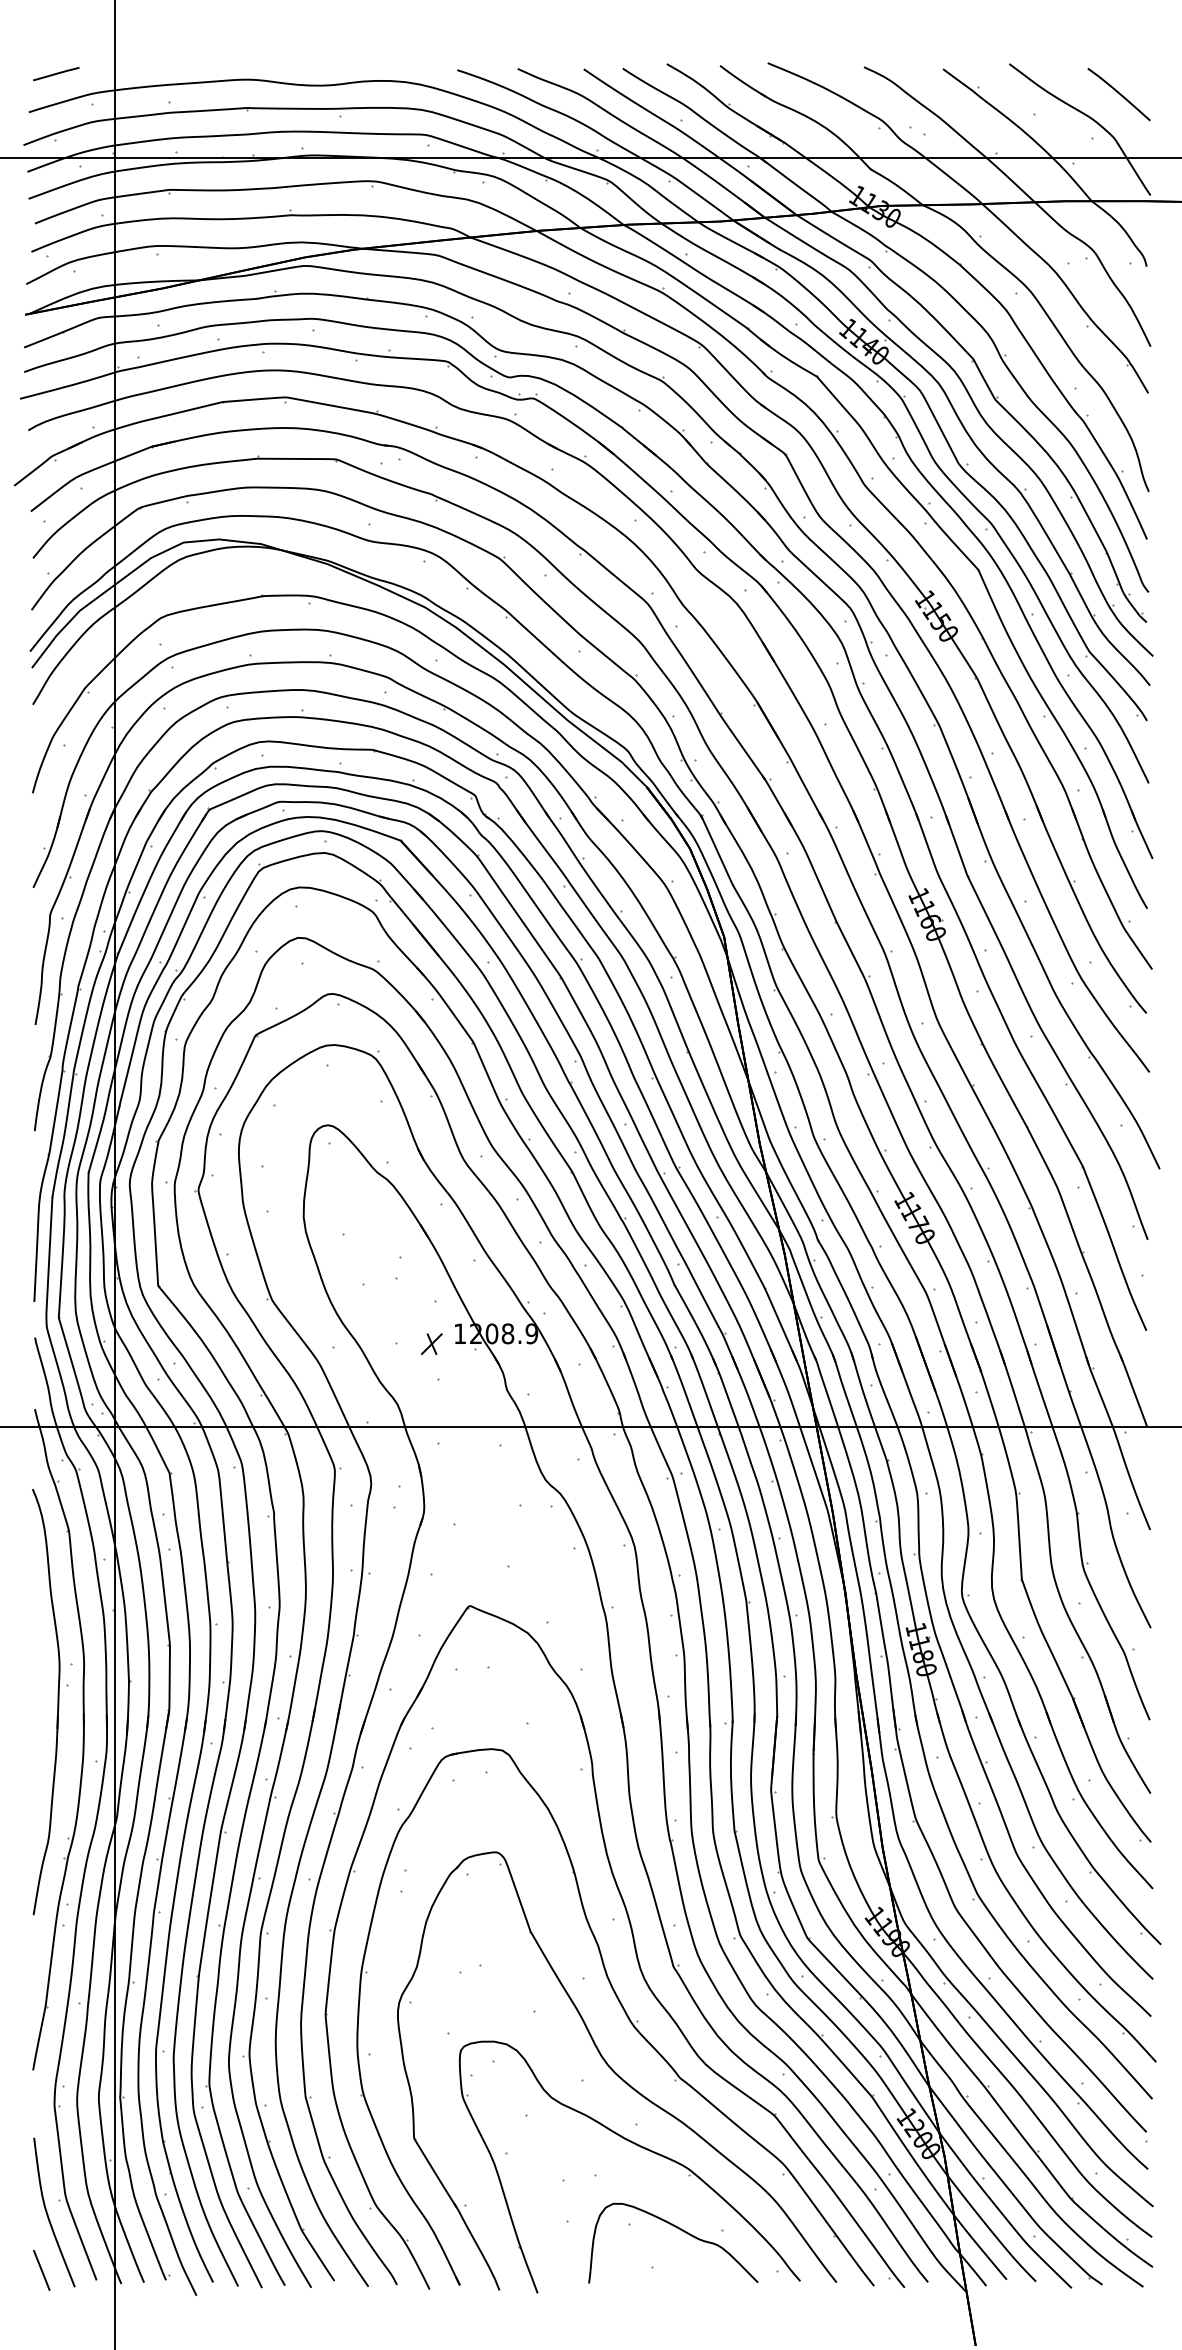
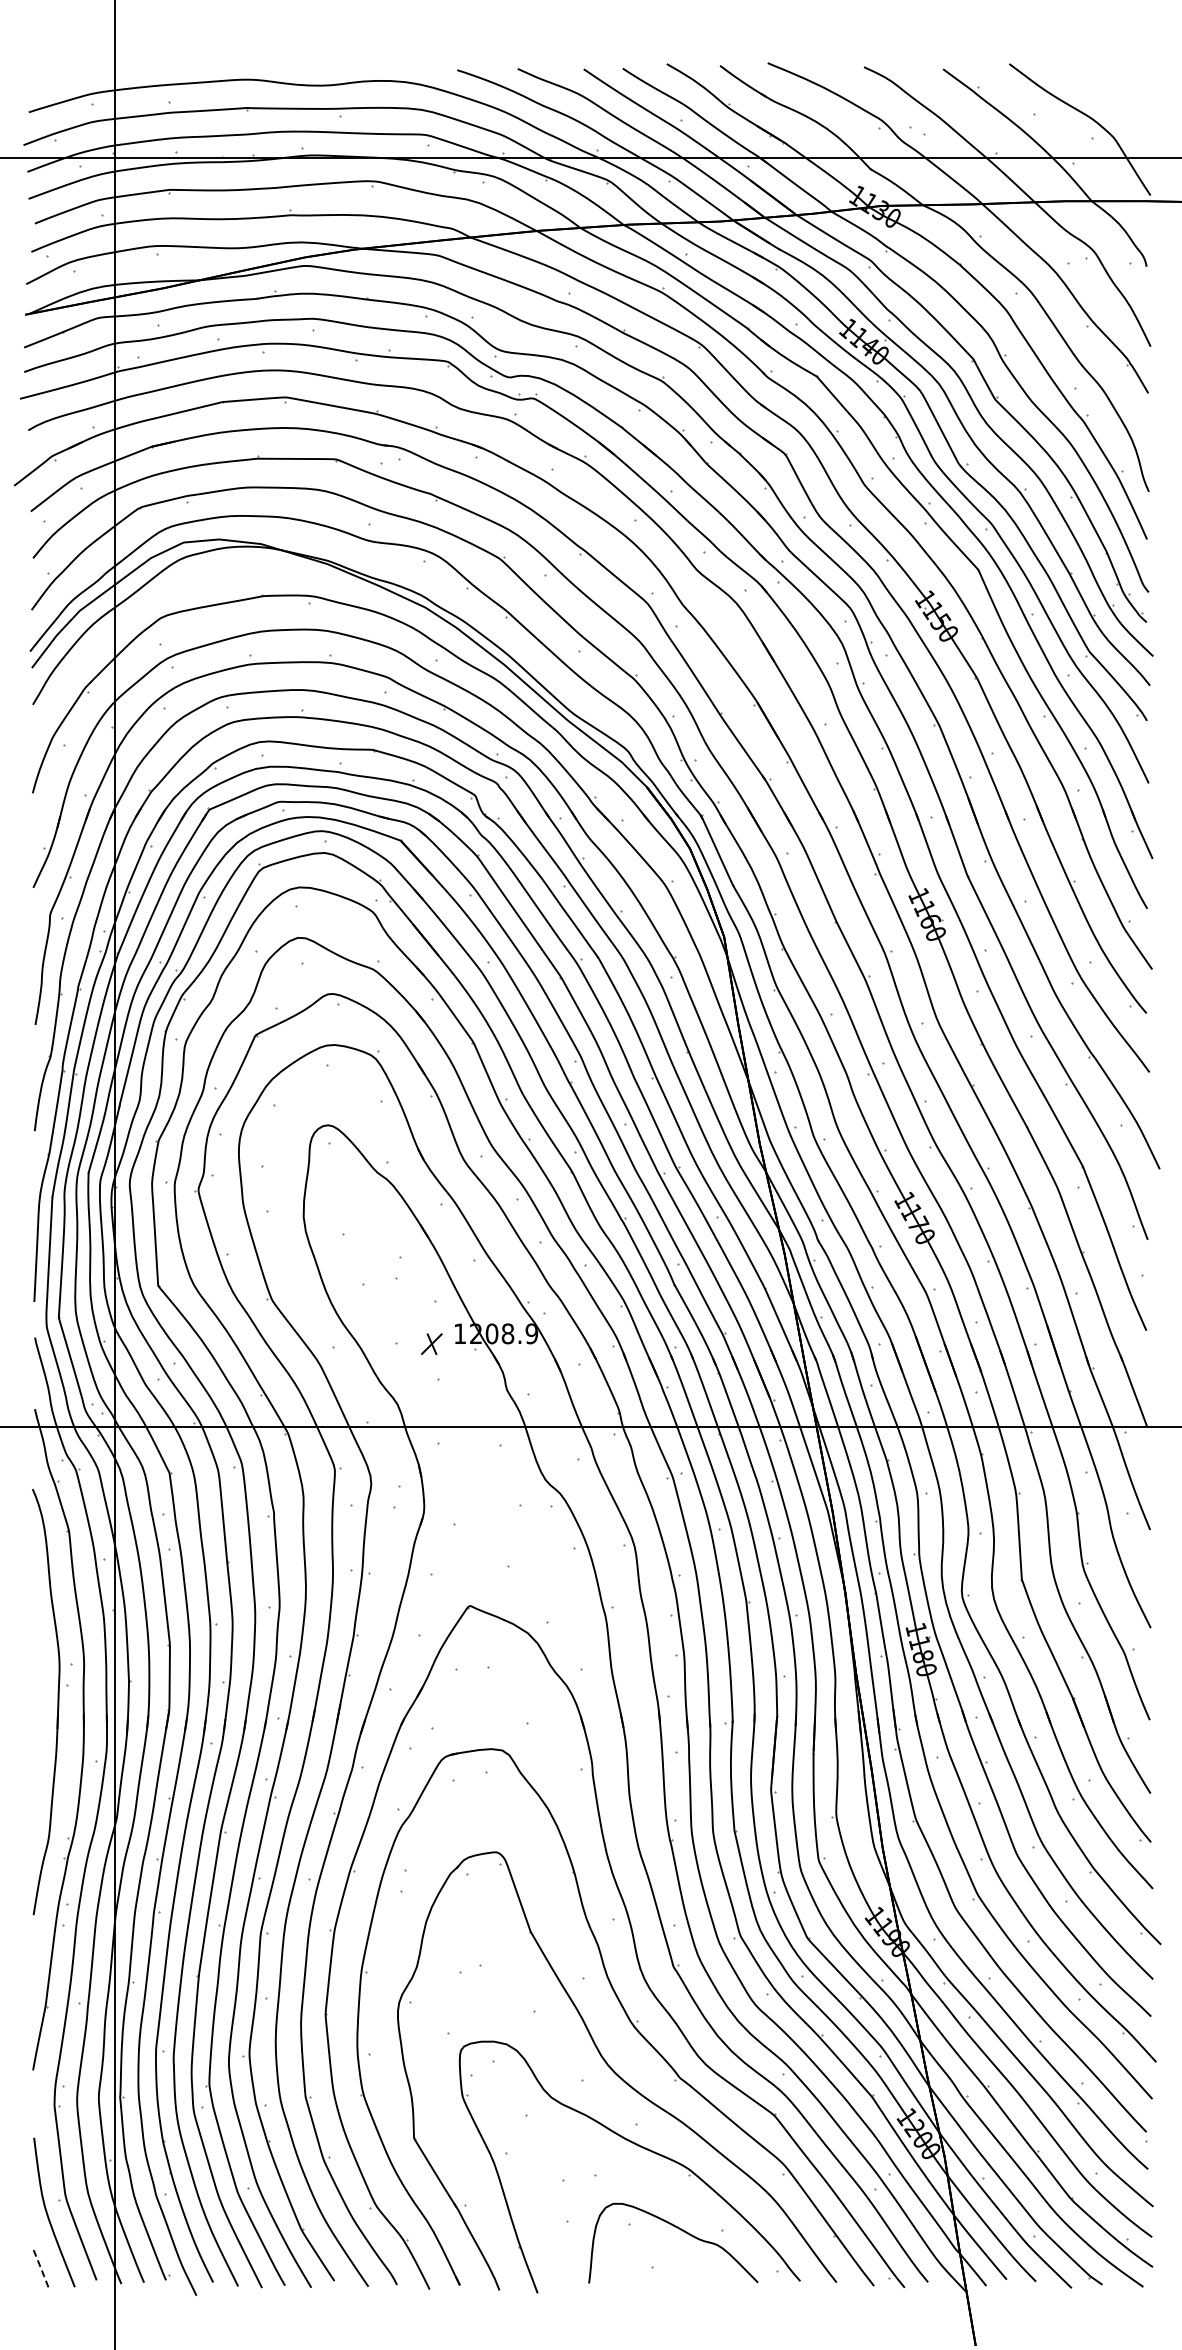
line at (56, 74): present -> none
curve at (1118, 93): present -> none
line at (41, 2270): solid -> dashed
